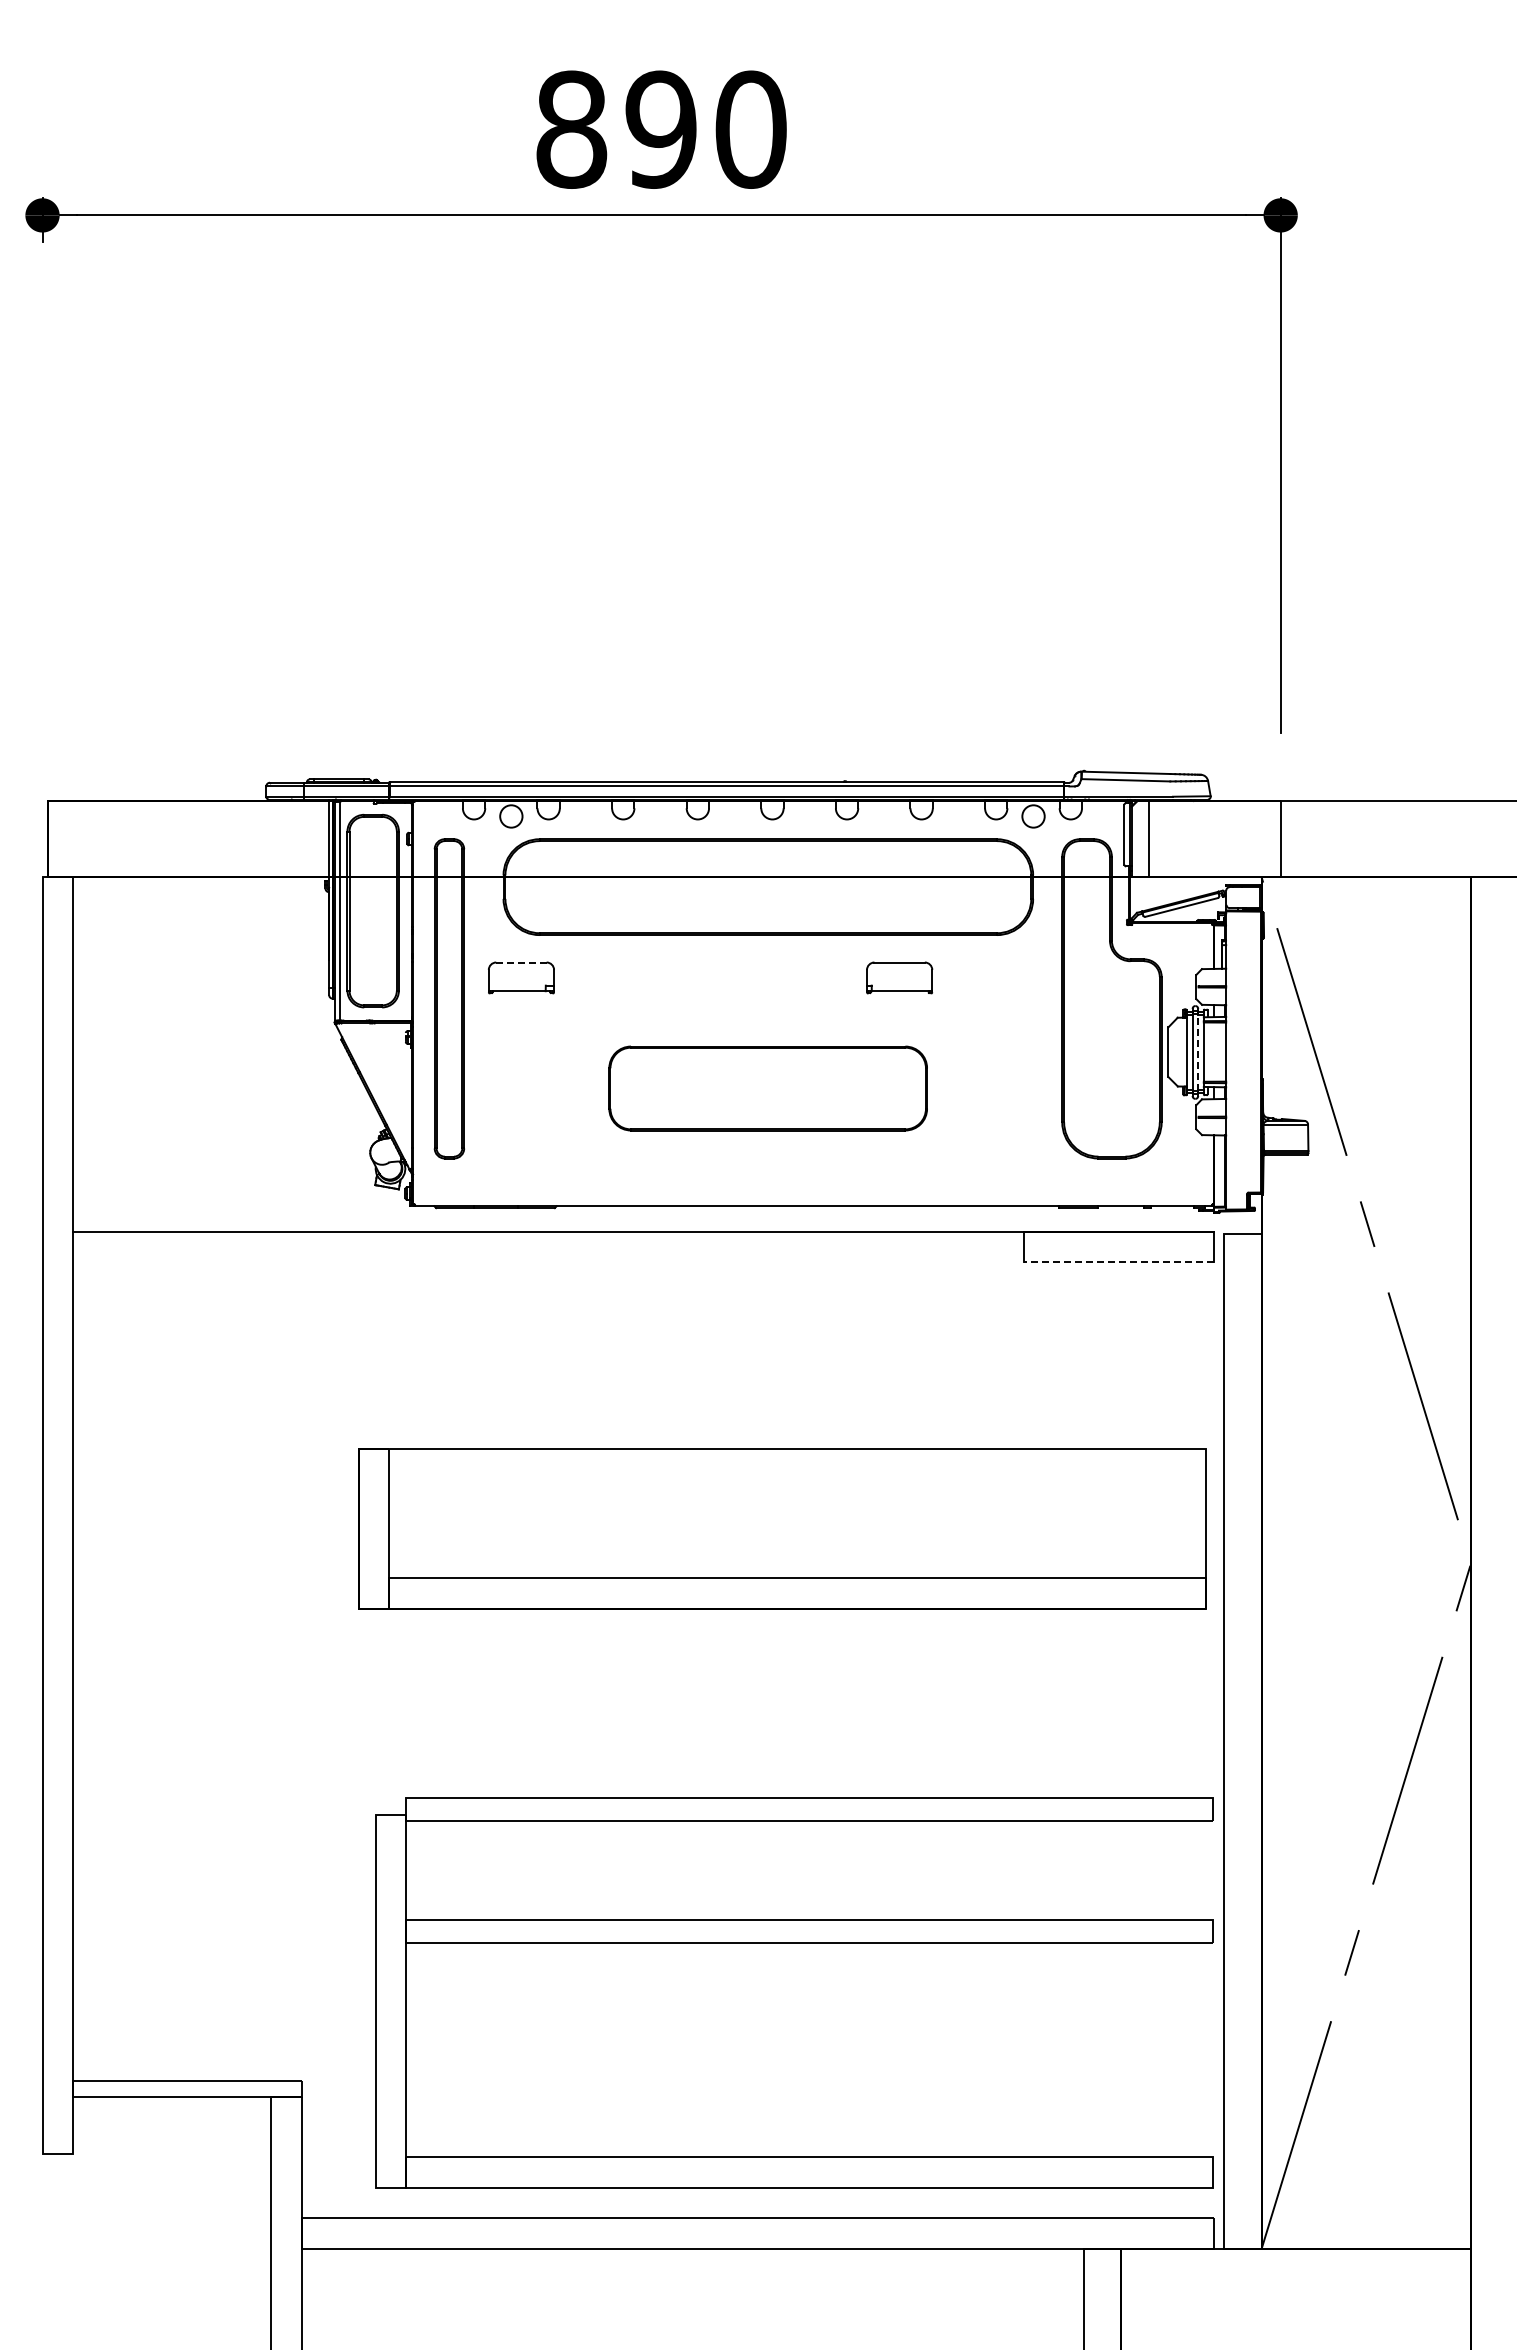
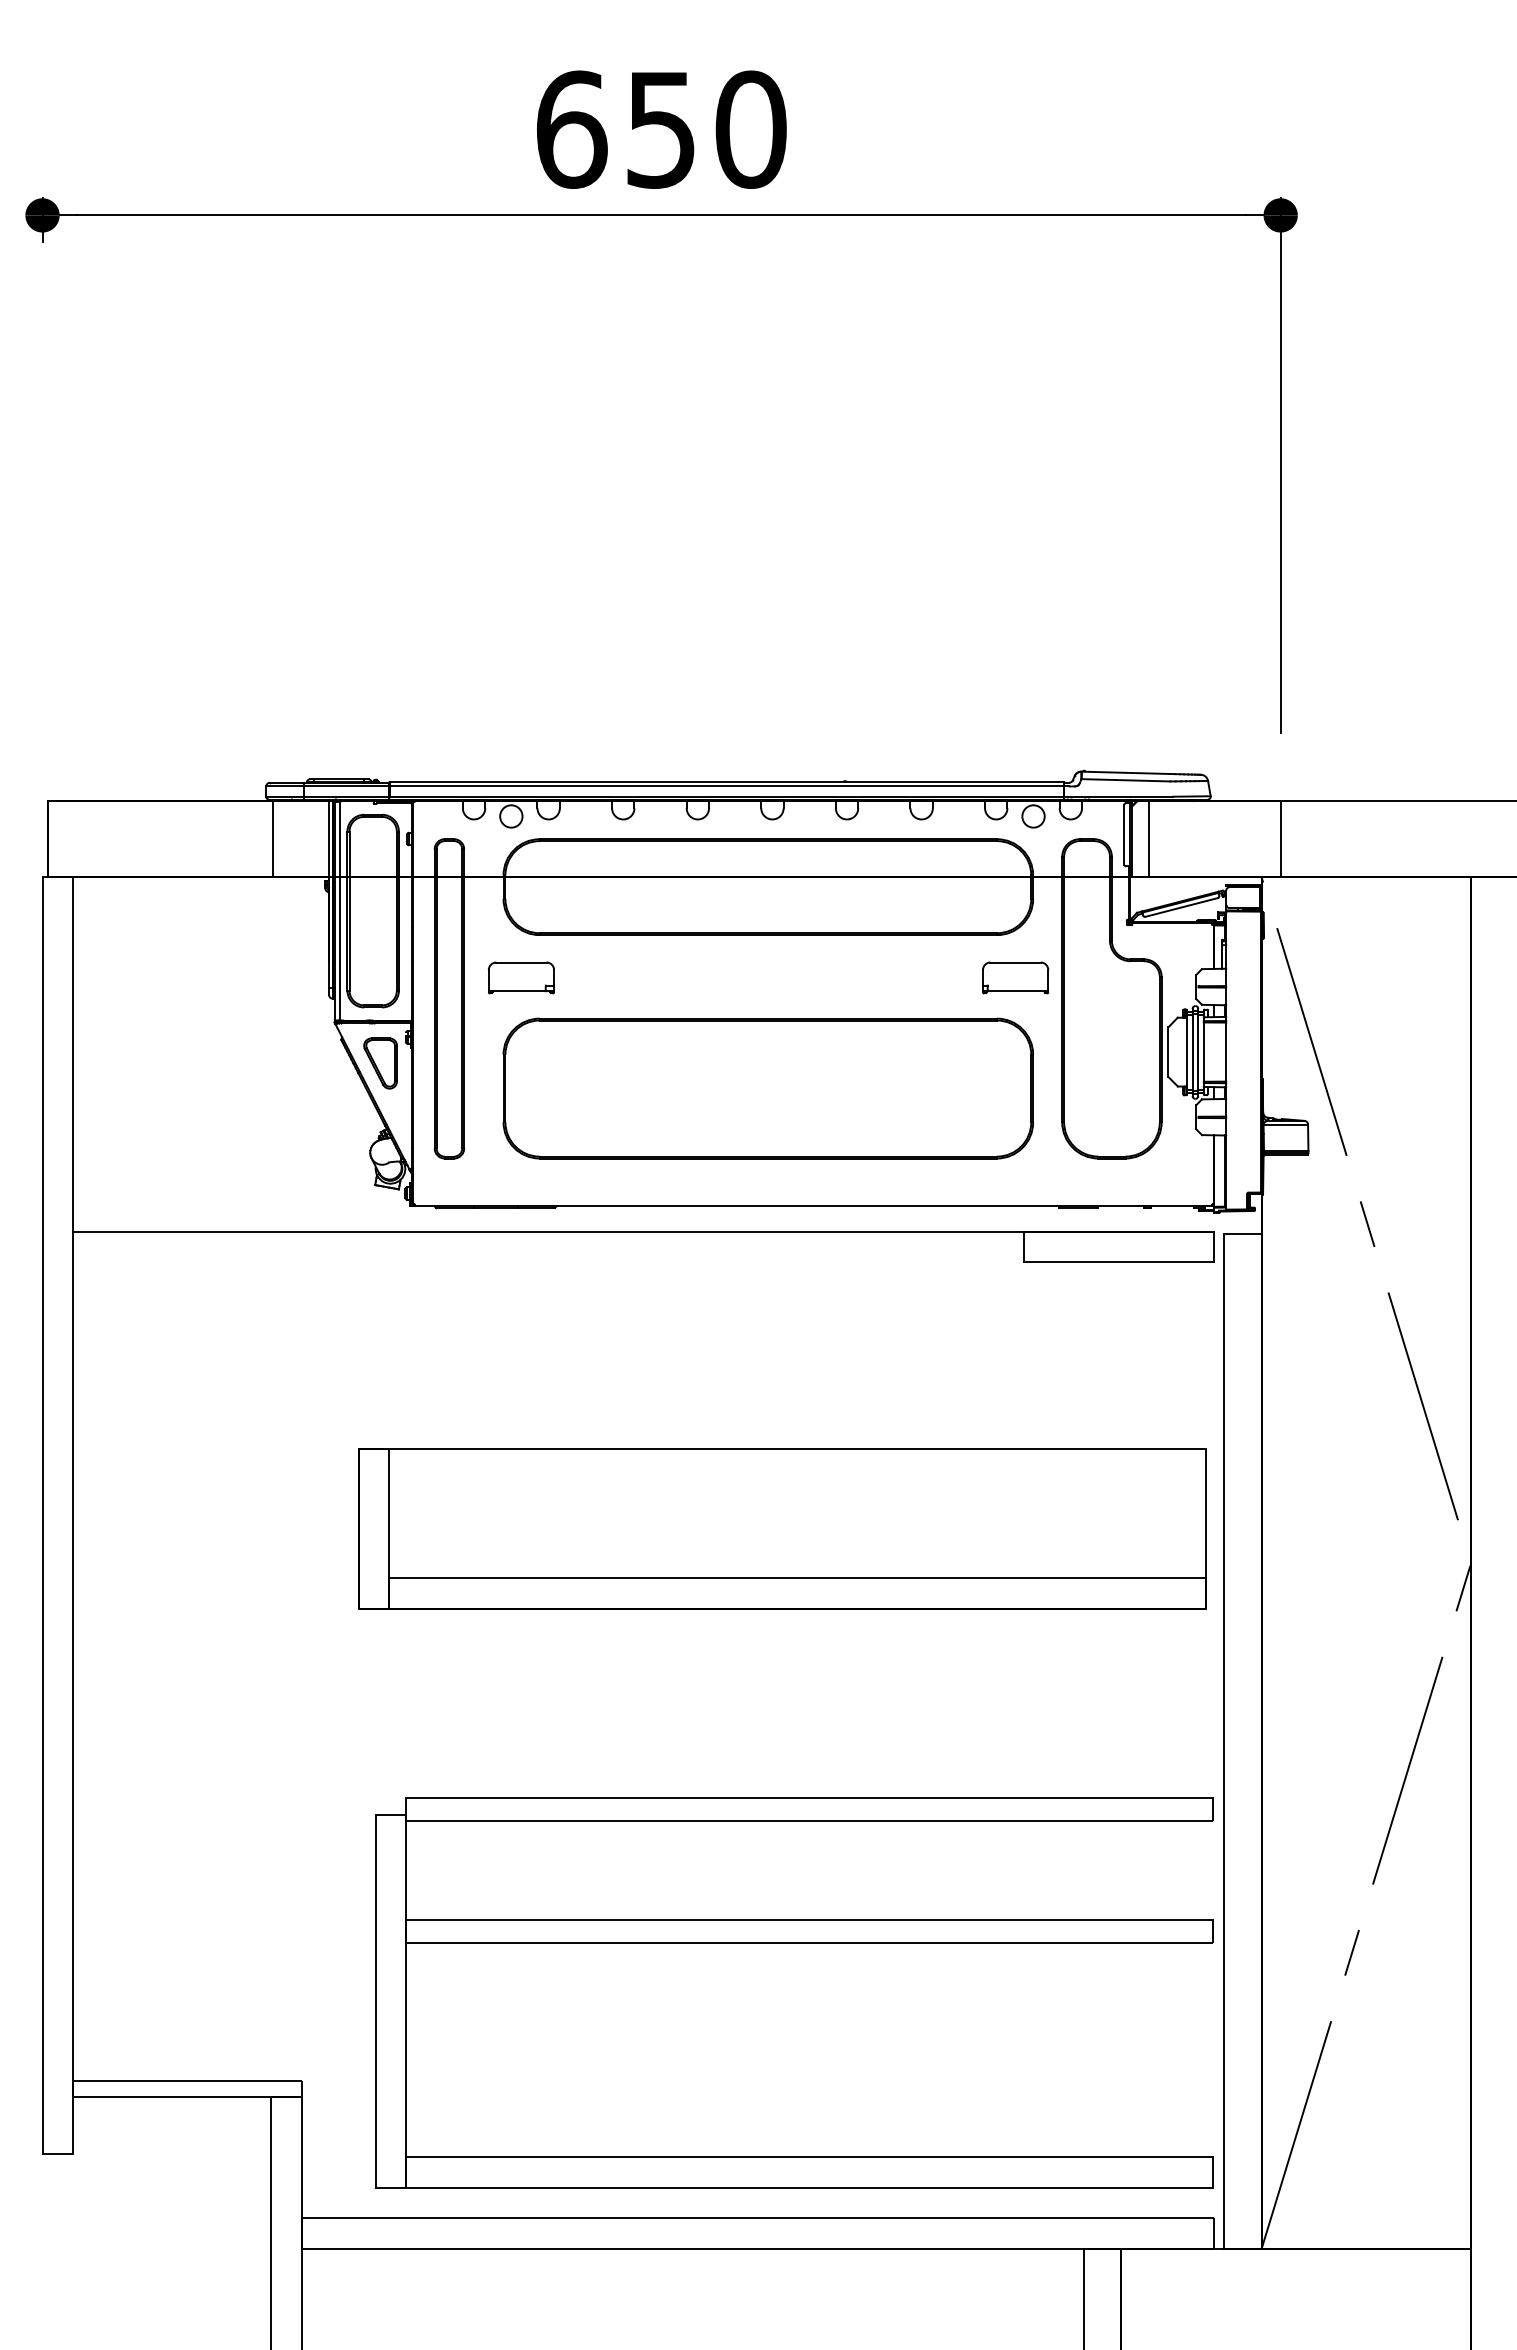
text at (616, 129): 890 -> 650
line at (273, 839): none -> present
line at (521, 962): dashed -> solid
part at (899, 977) position: (899, 977) -> (1015, 977)
line at (1198, 1051): dashed -> solid
part at (380, 1063): none -> present
part at (767, 1088) size: 320x87 px -> 532x143 px
line at (1118, 1262): dashed -> solid
